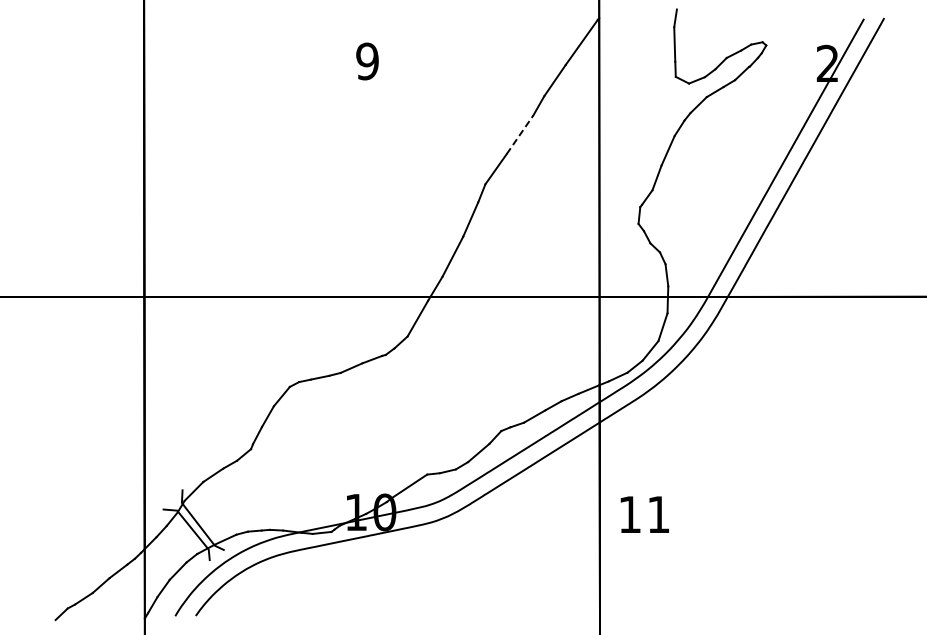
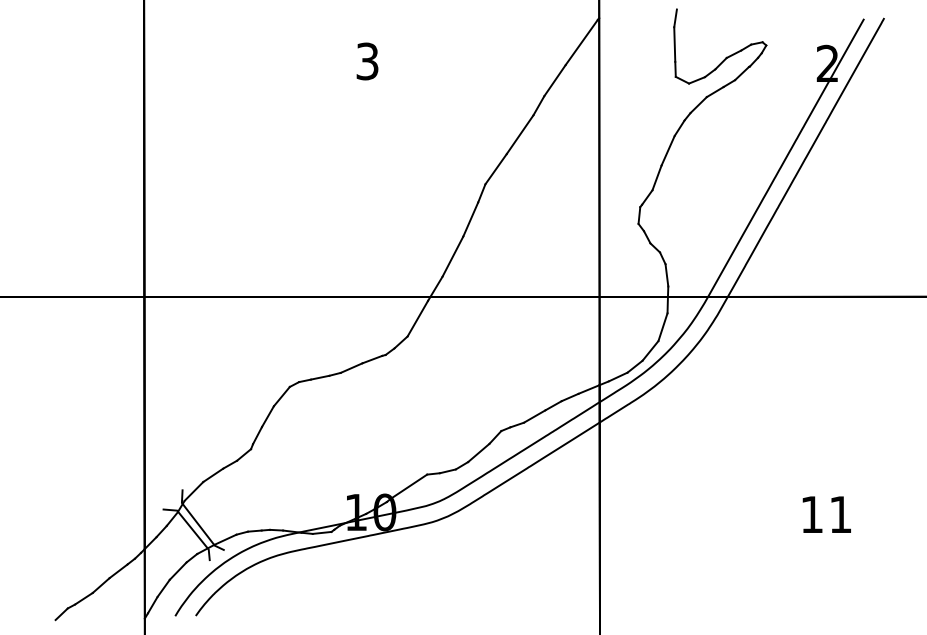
text at (367, 61): 9 -> 3
line at (520, 134): dashed -> solid
text at (644, 514) position: (644, 514) -> (826, 514)
